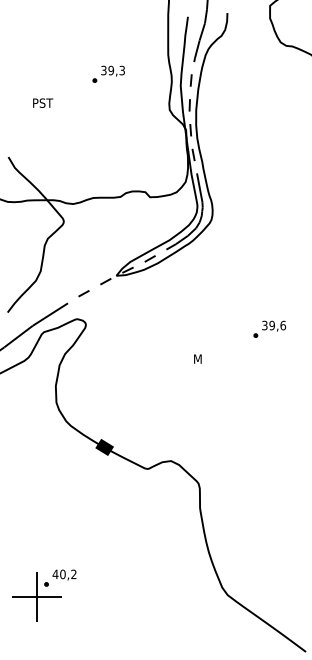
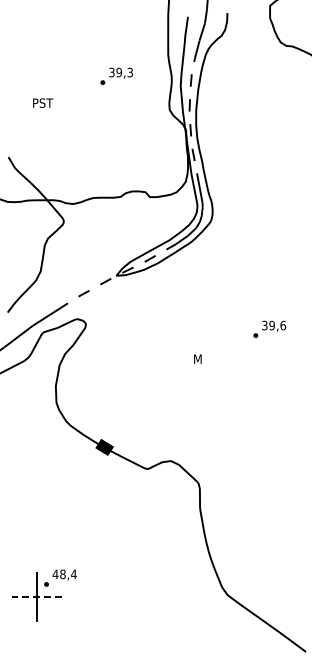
part at (108, 73) position: (108, 73) -> (116, 75)
text at (68, 574): 40,2 -> 48,4
line at (37, 597): solid -> dashed
